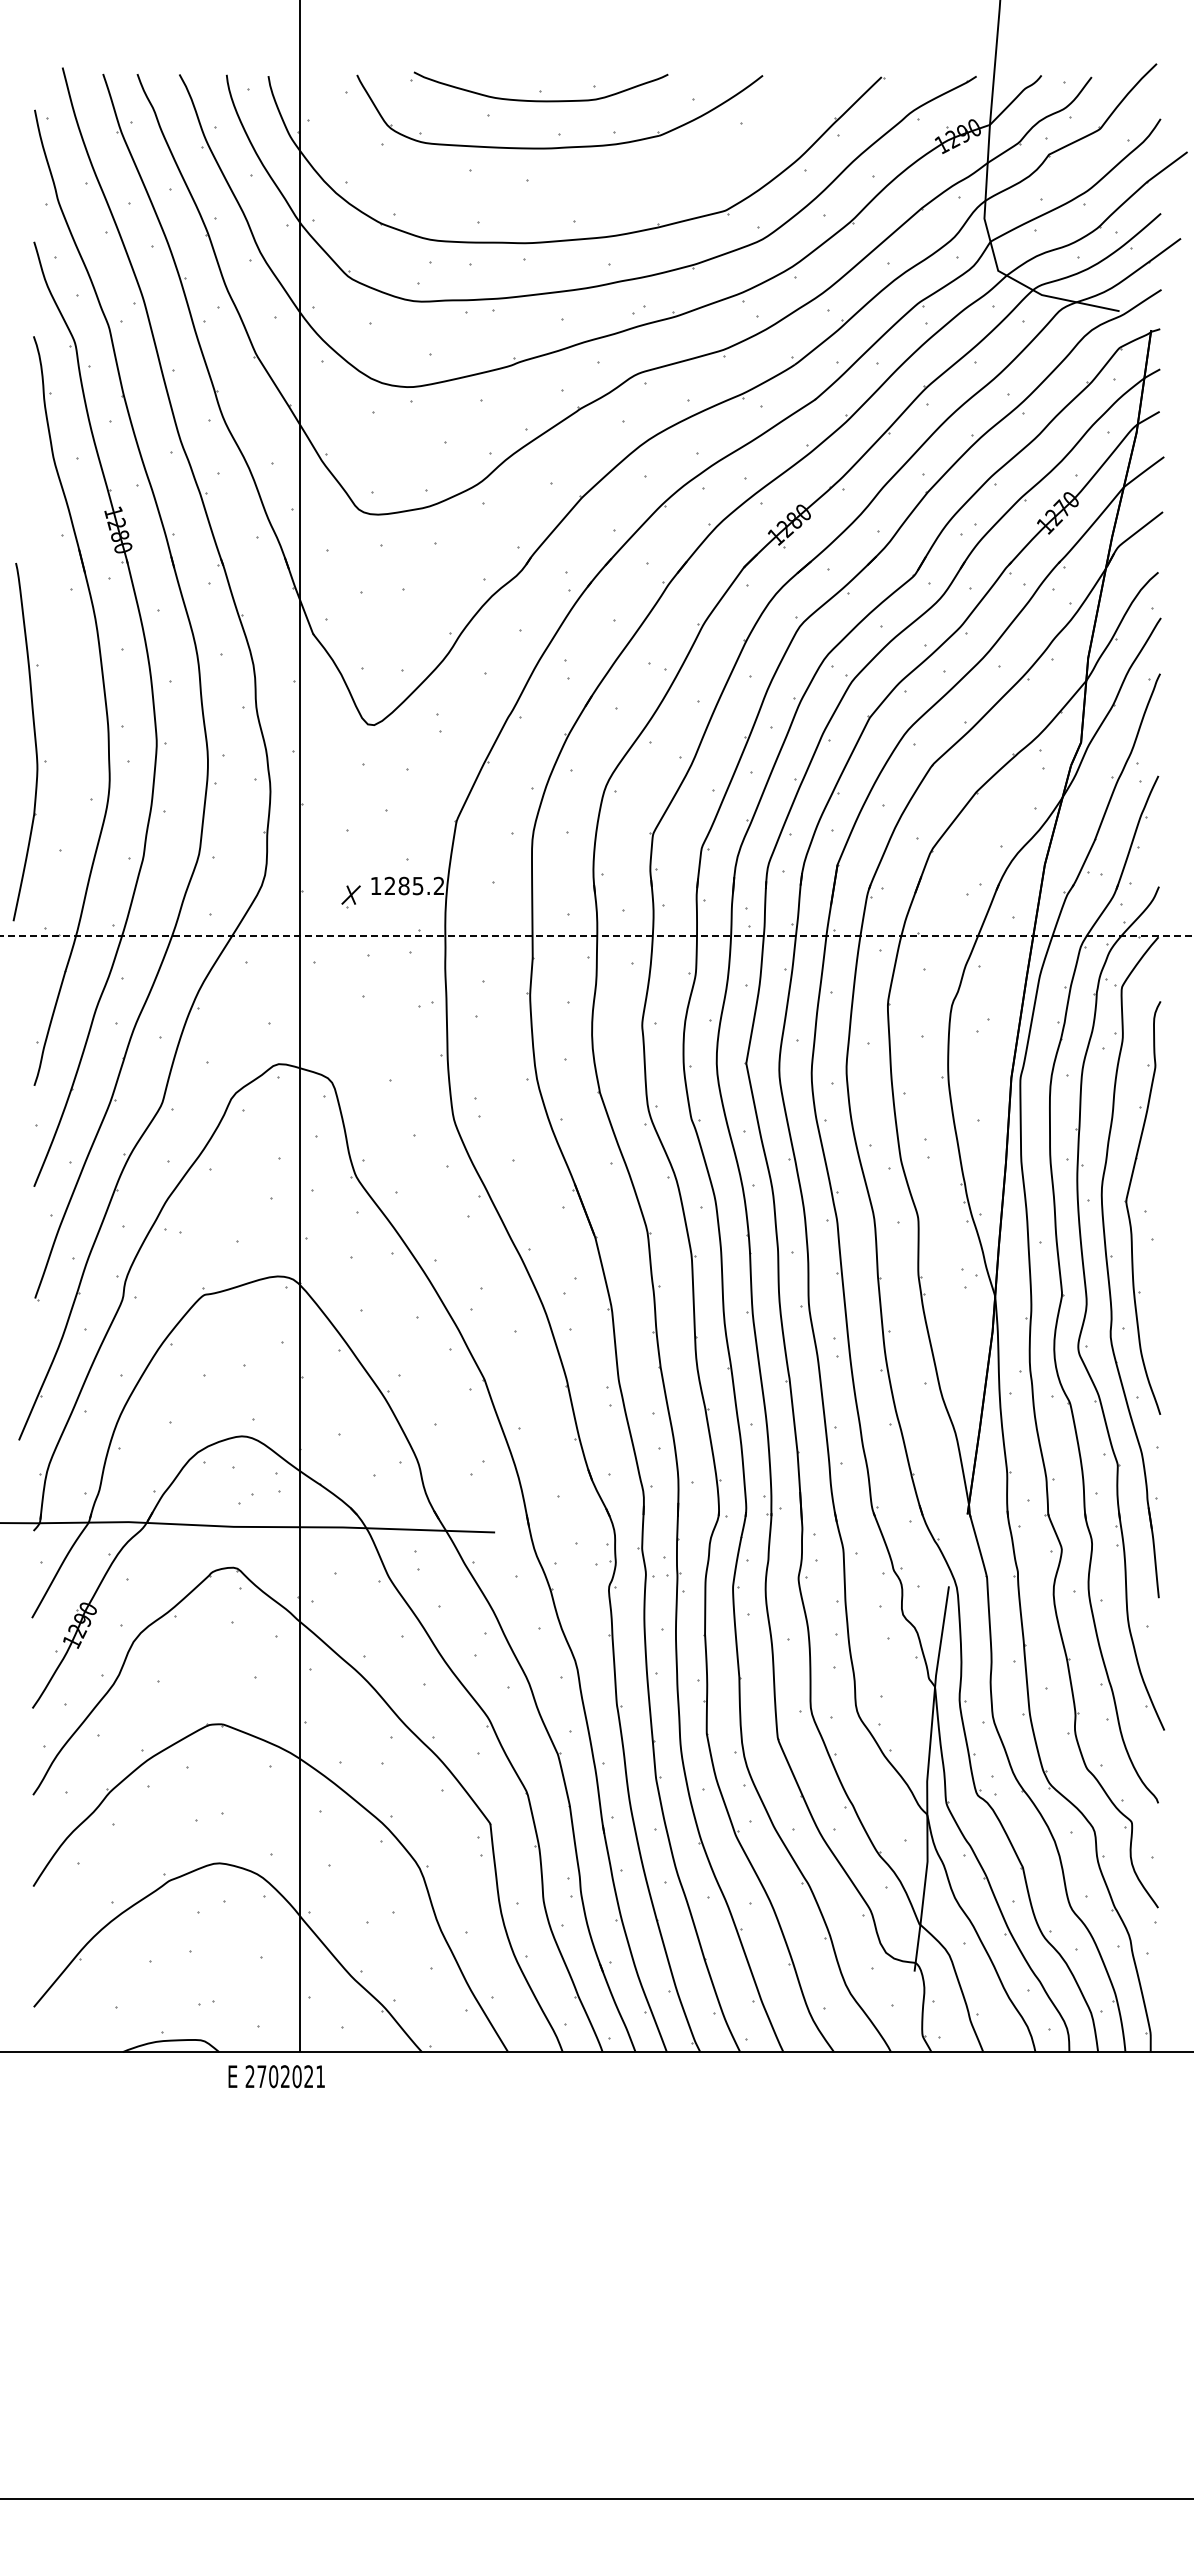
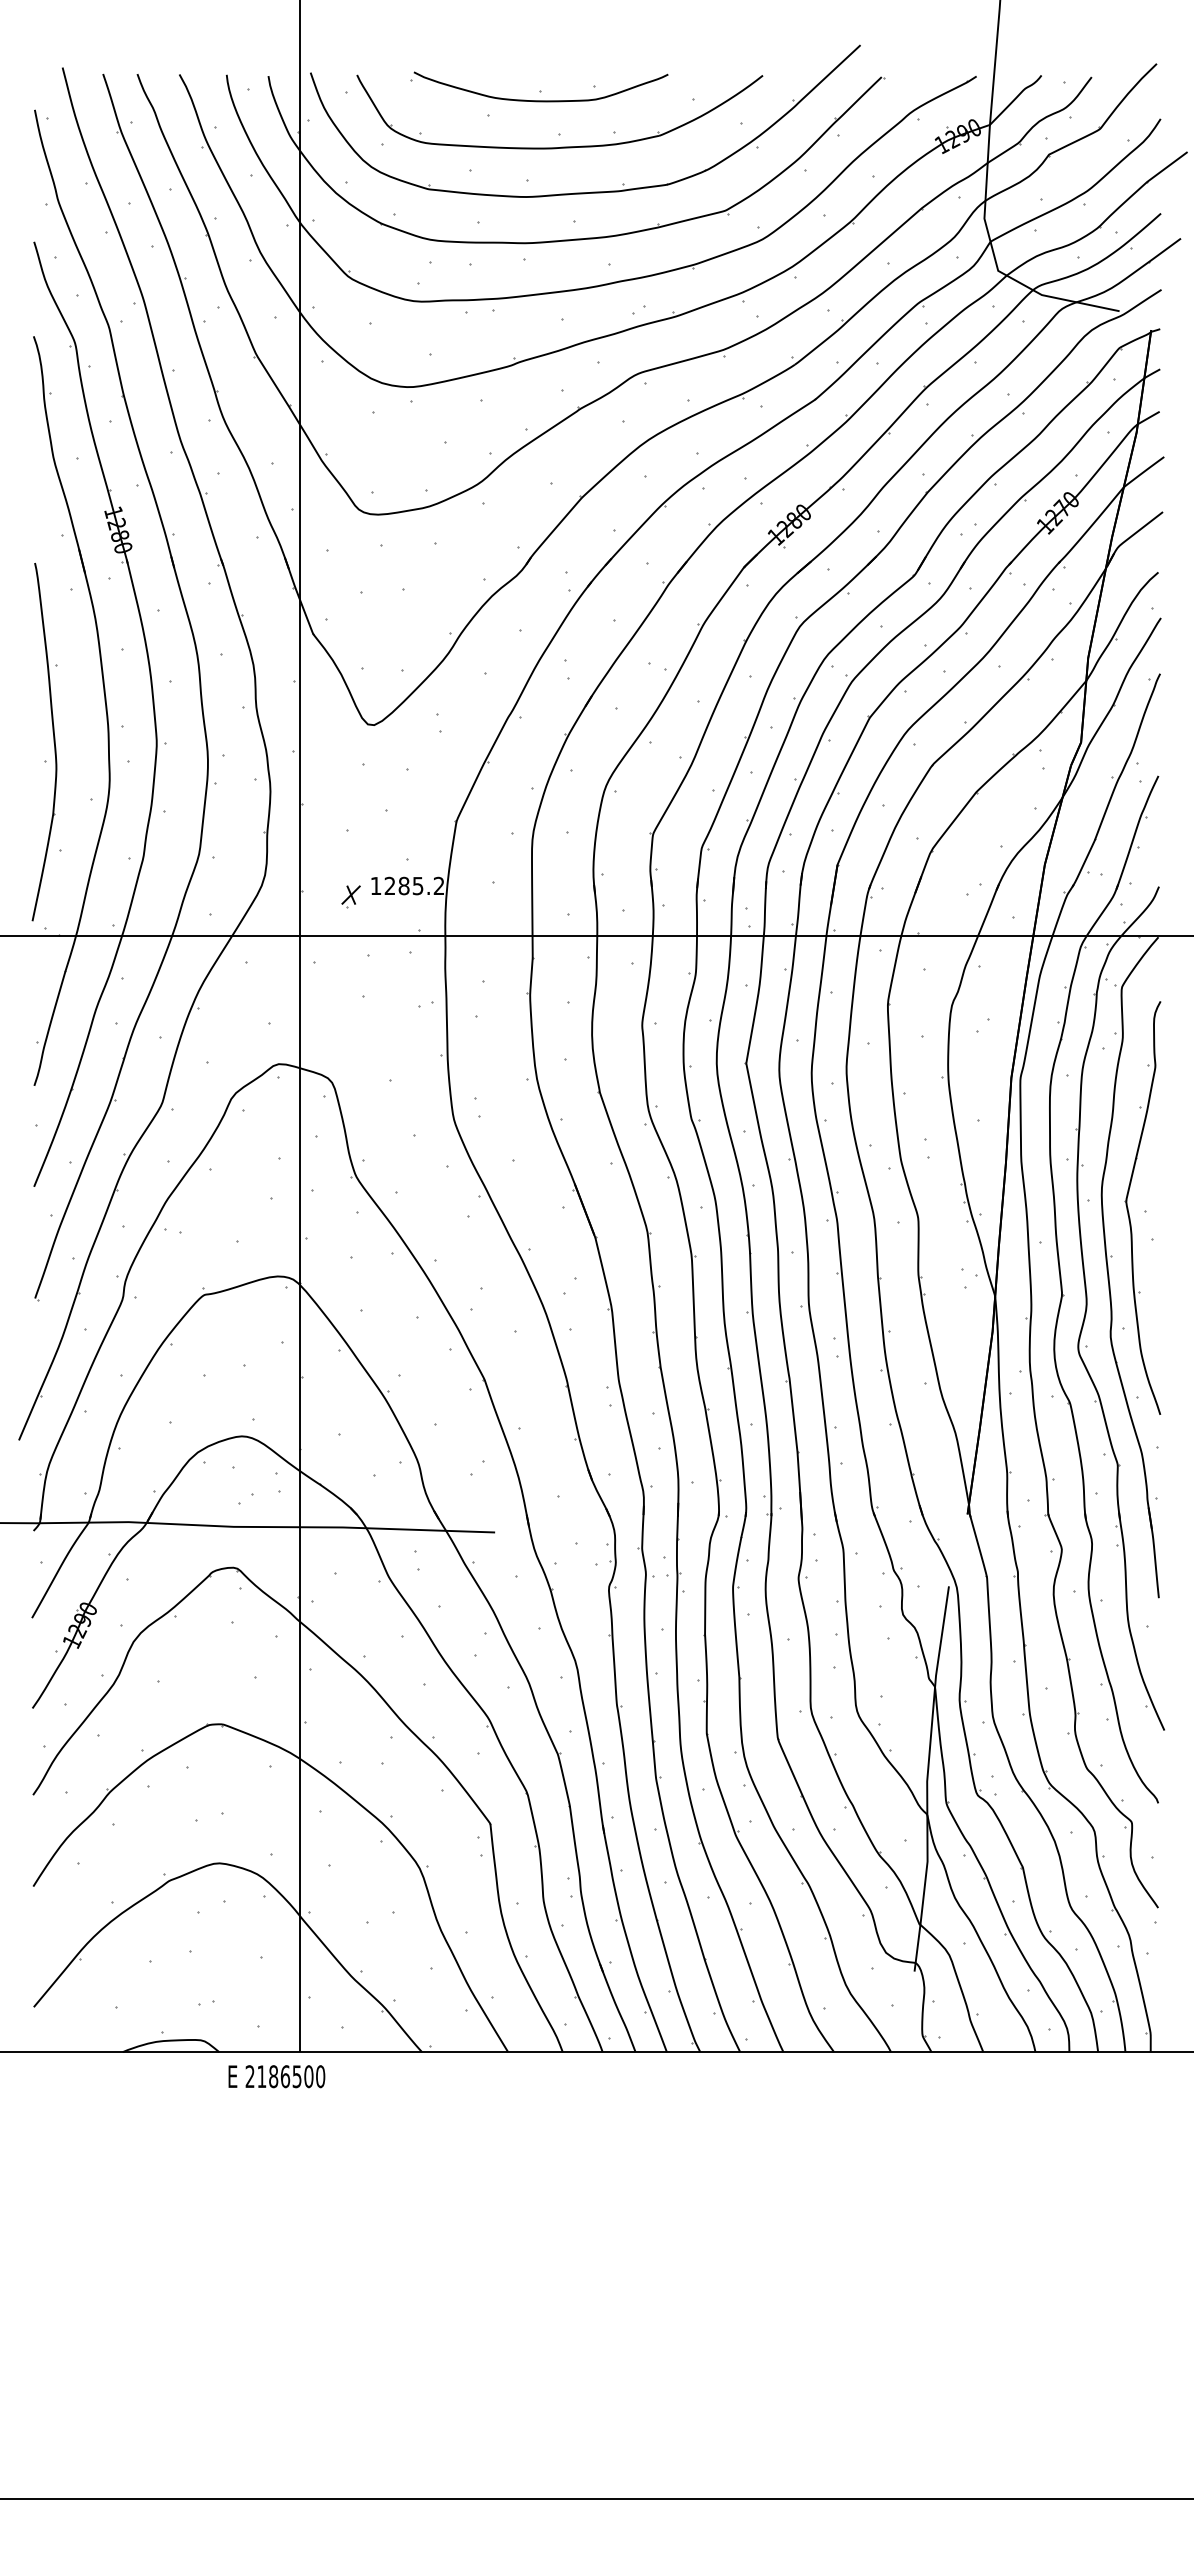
part at (591, 191): none -> present
part at (34, 742) position: (34, 742) -> (53, 742)
line at (597, 935): dashed -> solid
text at (291, 2076): 2702021 -> 2186500
